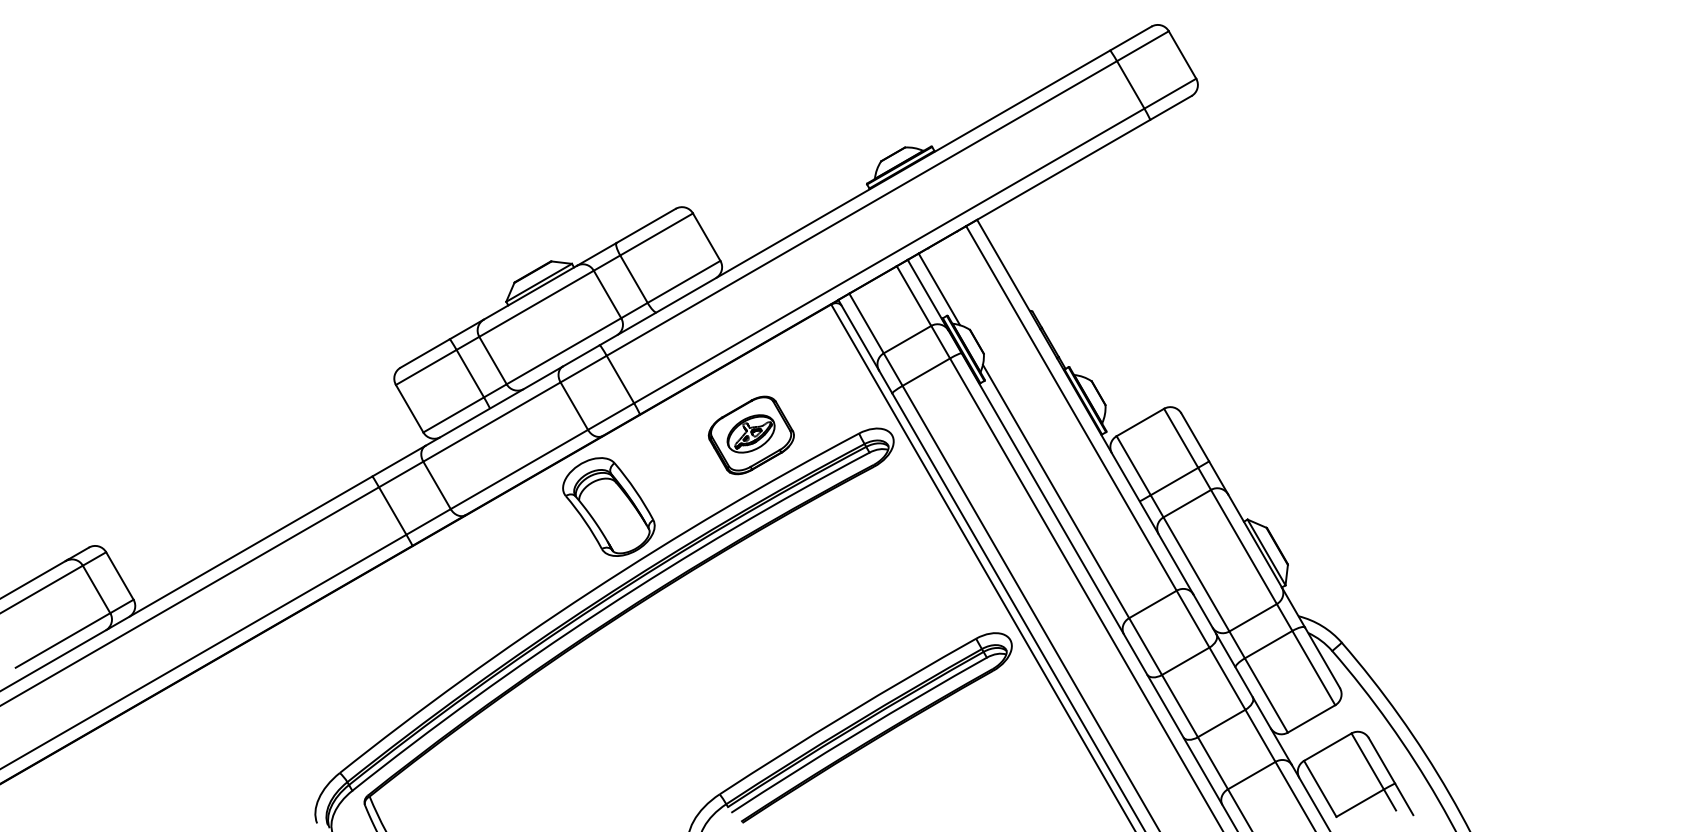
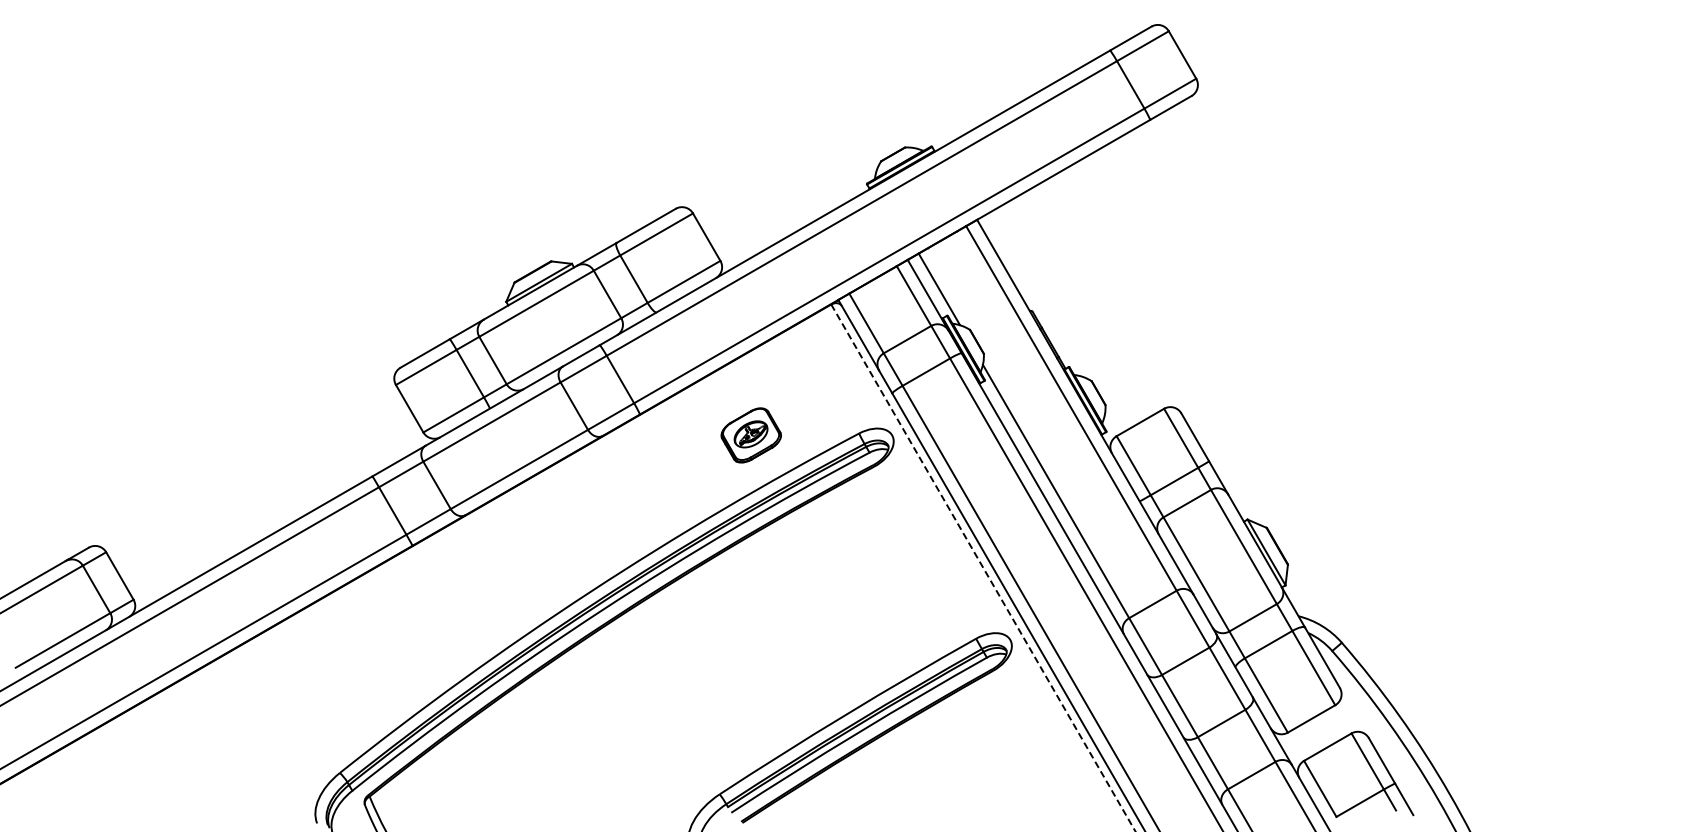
part at (750, 435) size: 88x81 px -> 62x57 px
part at (608, 506): present -> none
line at (983, 568): solid -> dashed
